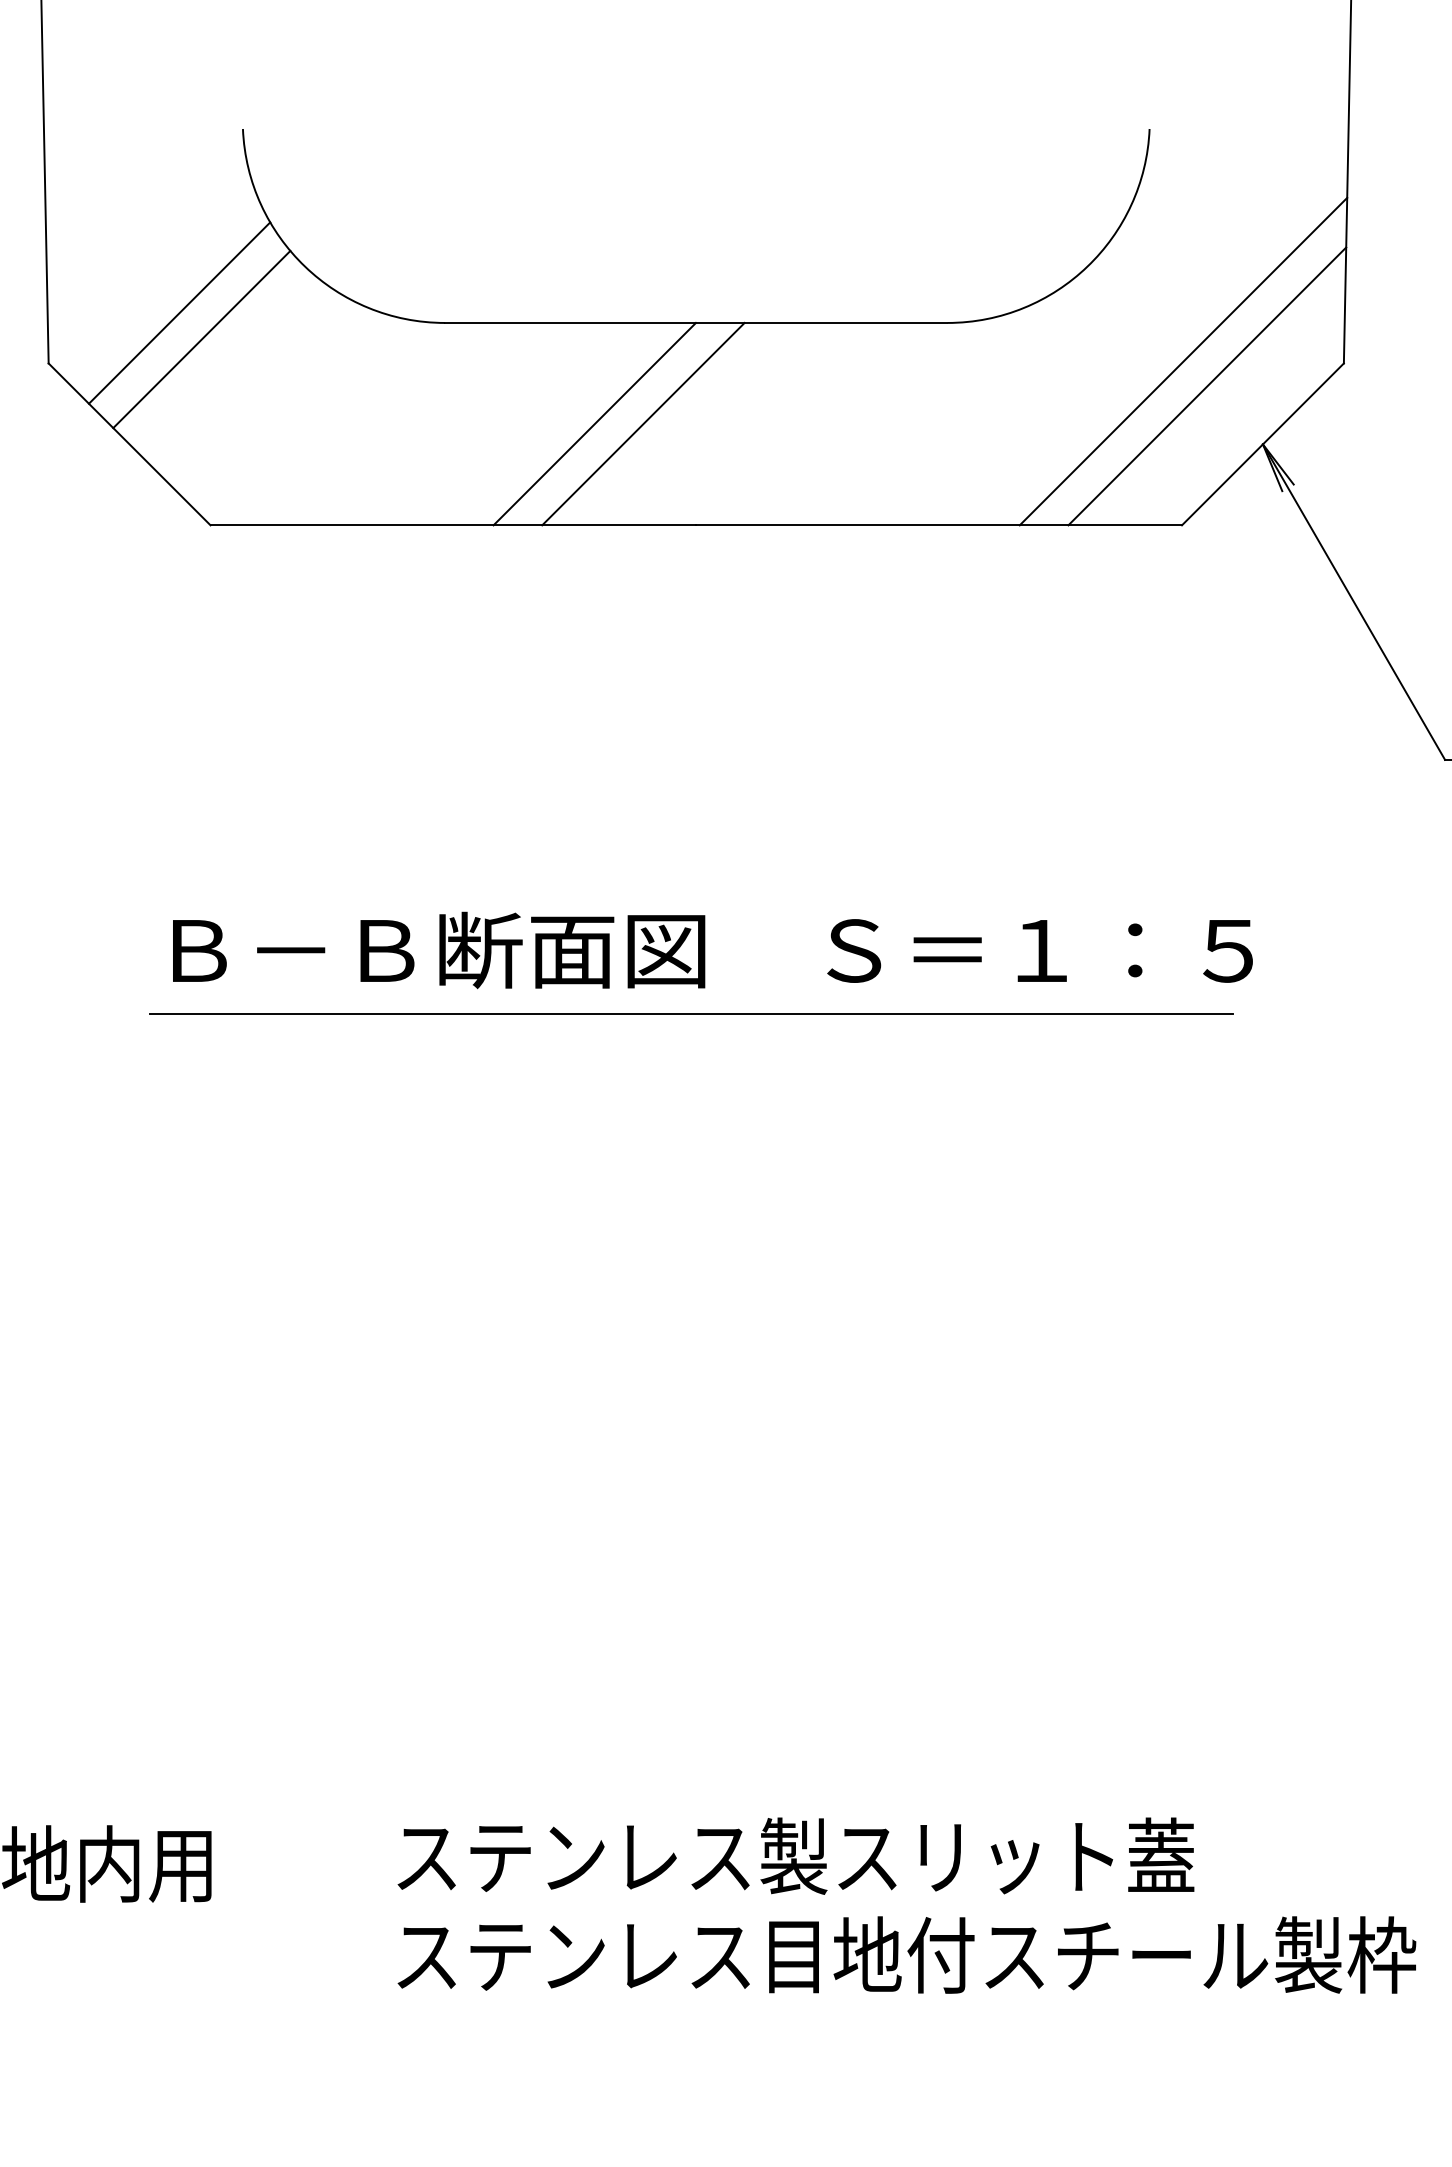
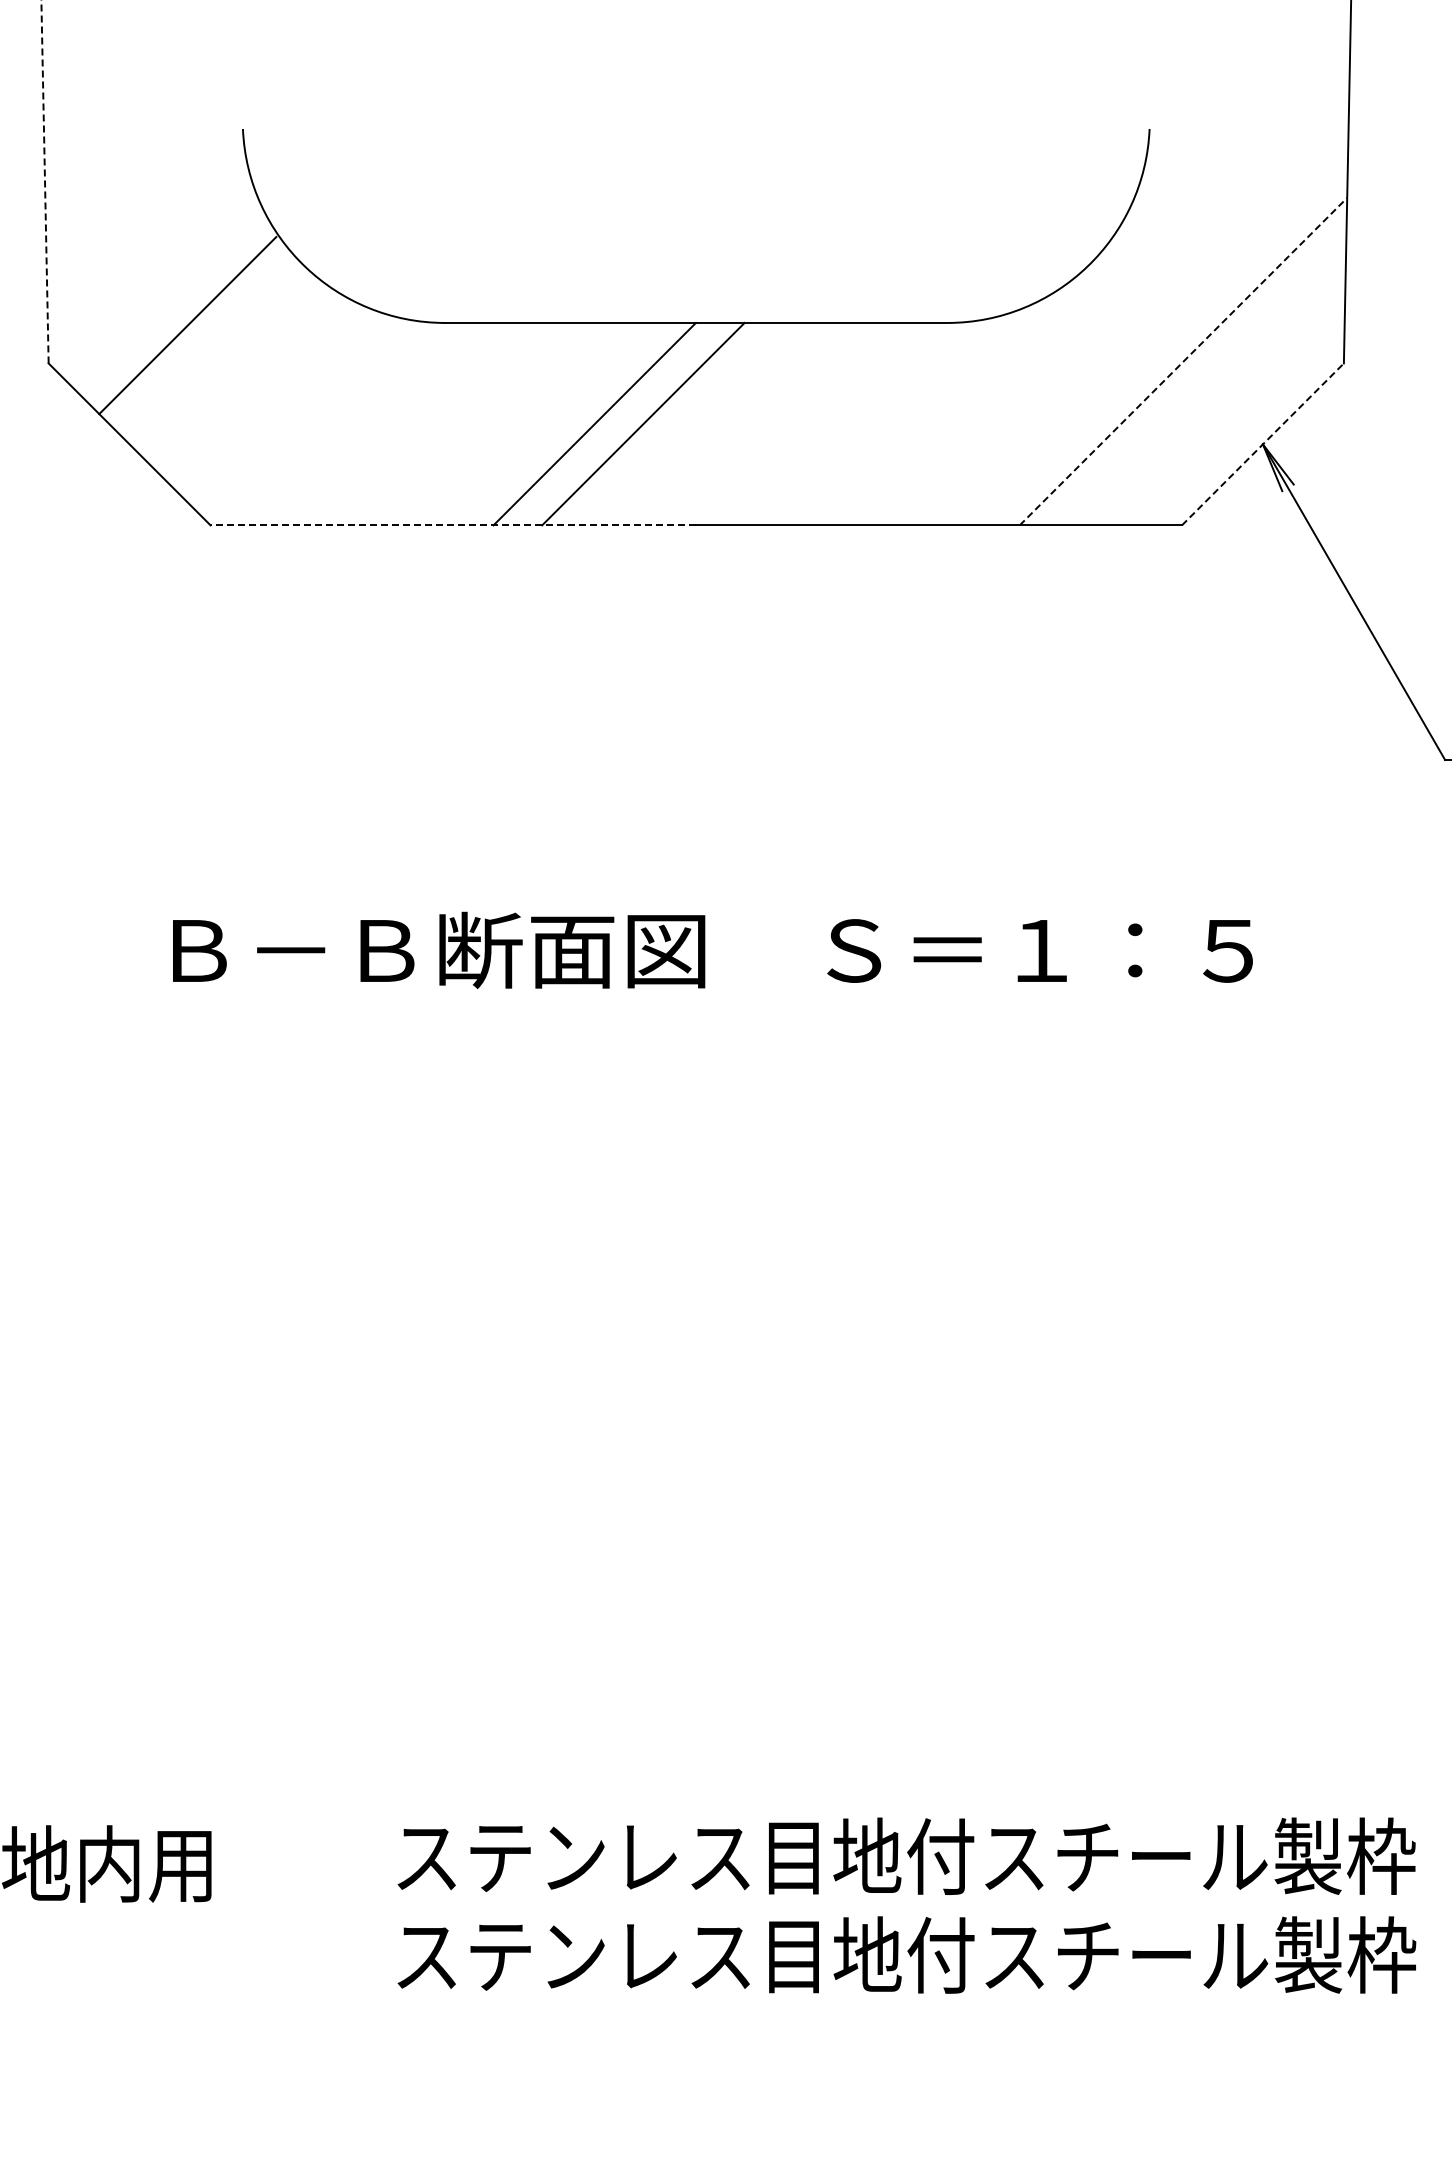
line at (45, 181): solid -> dashed
line at (179, 312): present -> none
line at (201, 339) position: (201, 339) -> (187, 325)
line at (1183, 361): solid -> dashed
line at (1207, 386): present -> none
line at (1263, 444): solid -> dashed
line at (453, 525): solid -> dashed
line at (691, 1013): present -> none
text at (1087, 1855): ステンレス製スリット蓋 -> ステンレス目地付スチール製枠
